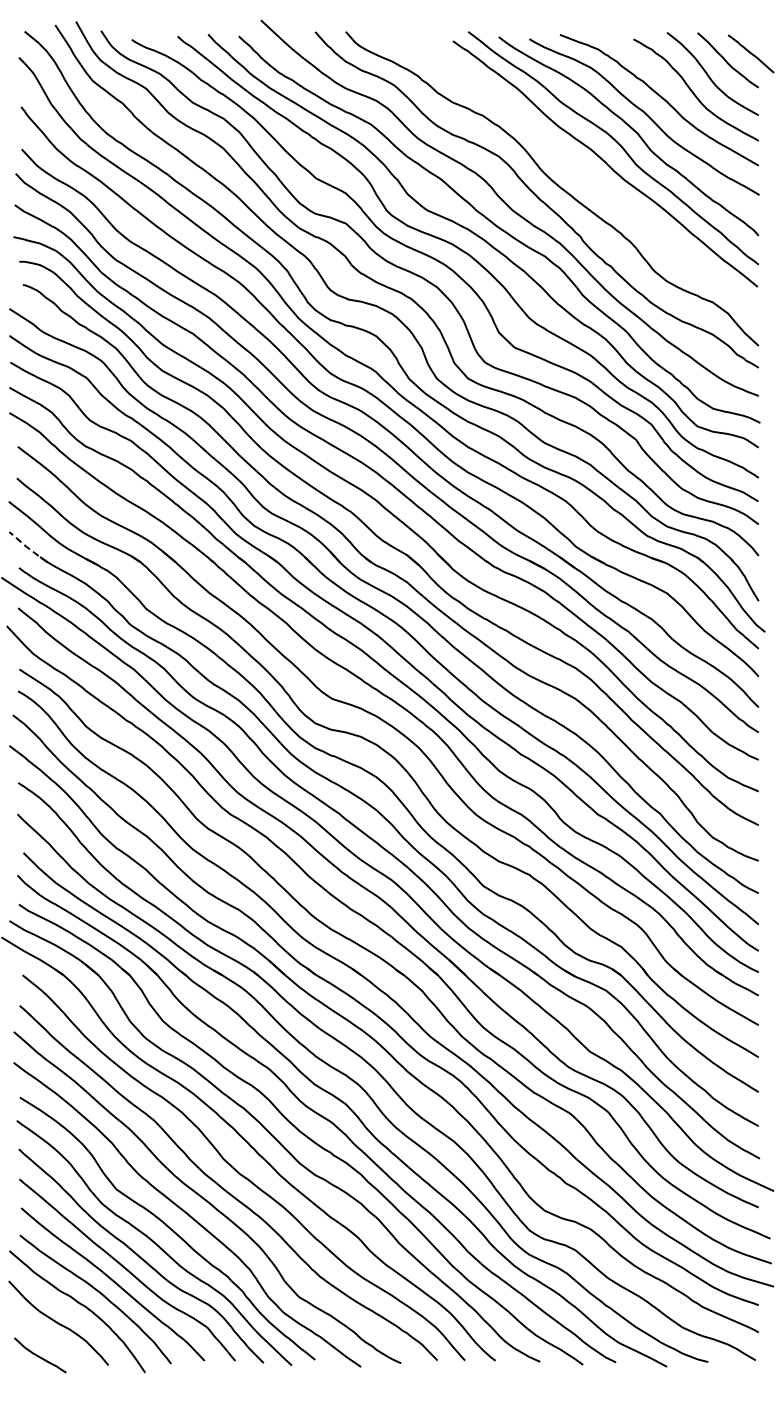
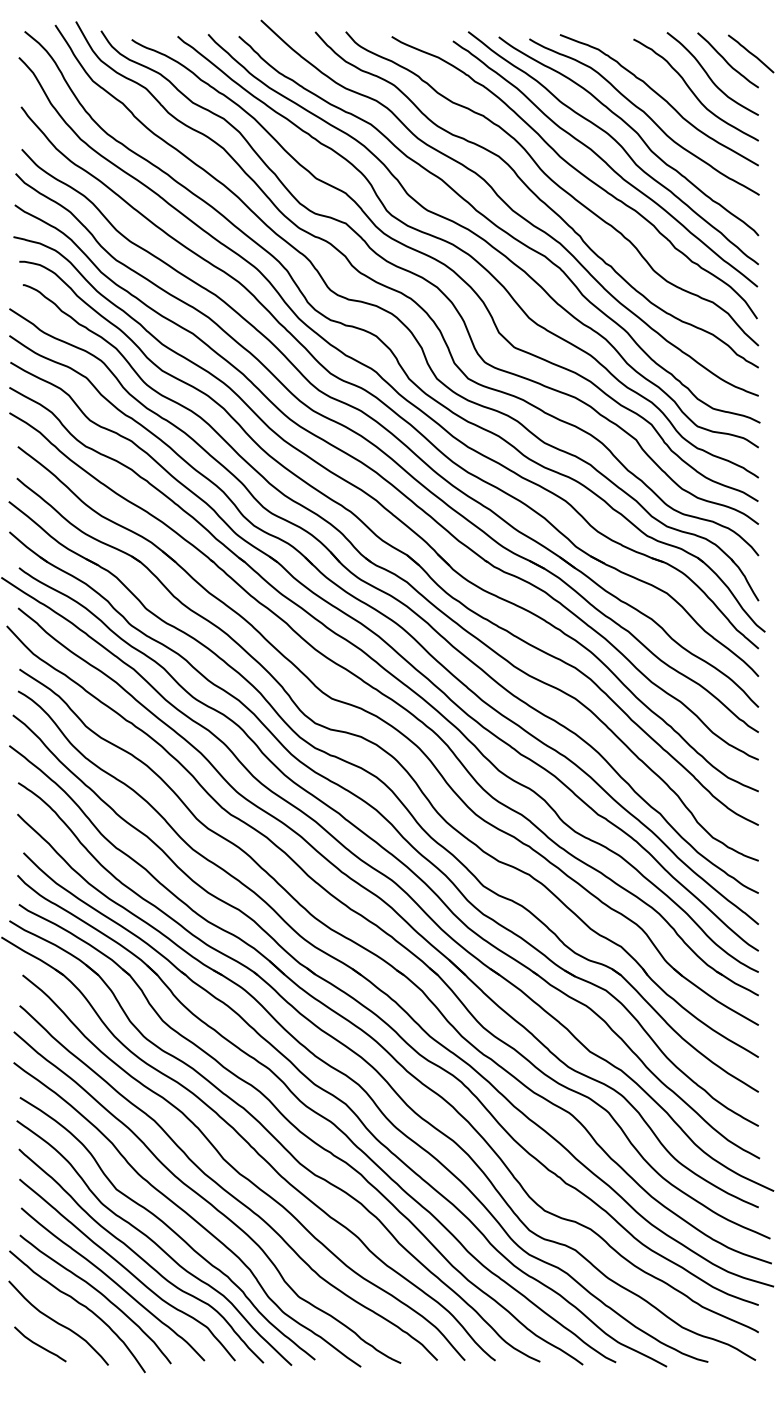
curve at (576, 171): none -> present
line at (28, 548): dashed -> solid
curve at (40, 1356) position: (40, 1356) -> (40, 1345)
